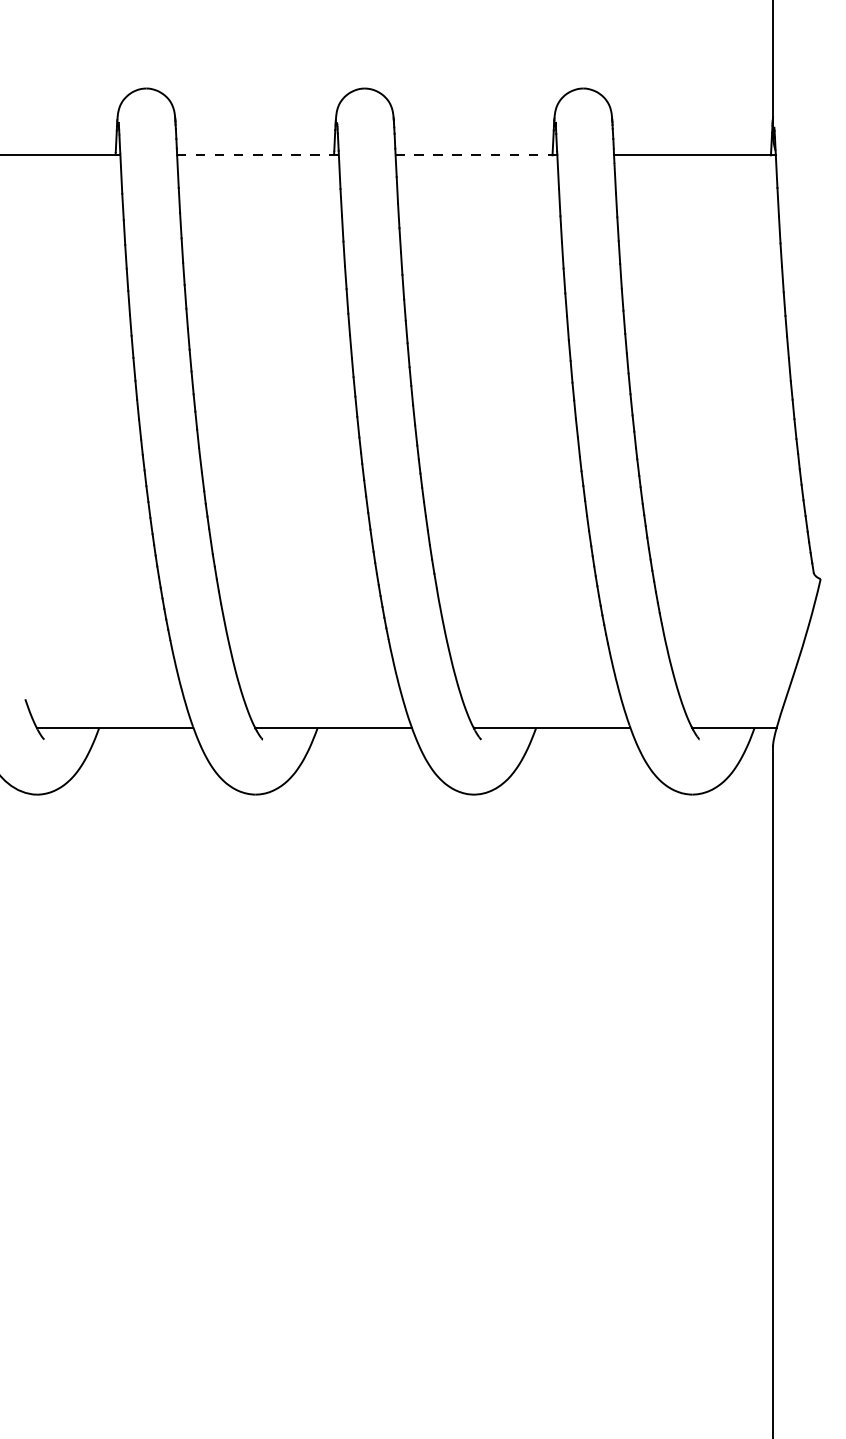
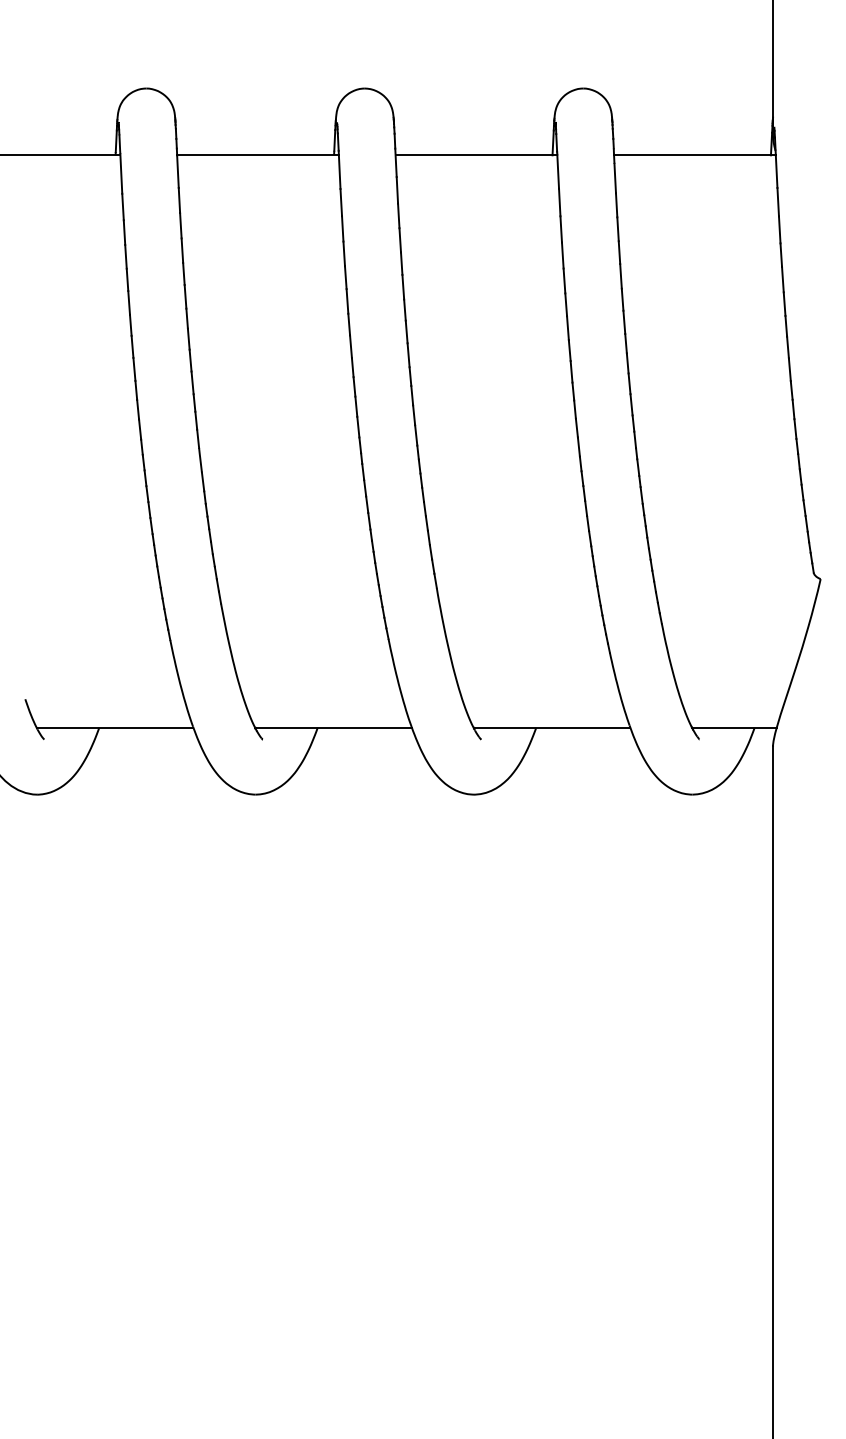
line at (258, 155): dashed -> solid
line at (476, 155): dashed -> solid
